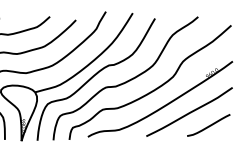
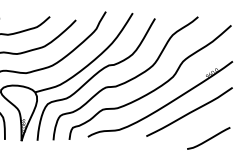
curve at (208, 125) position: (208, 125) -> (208, 138)
